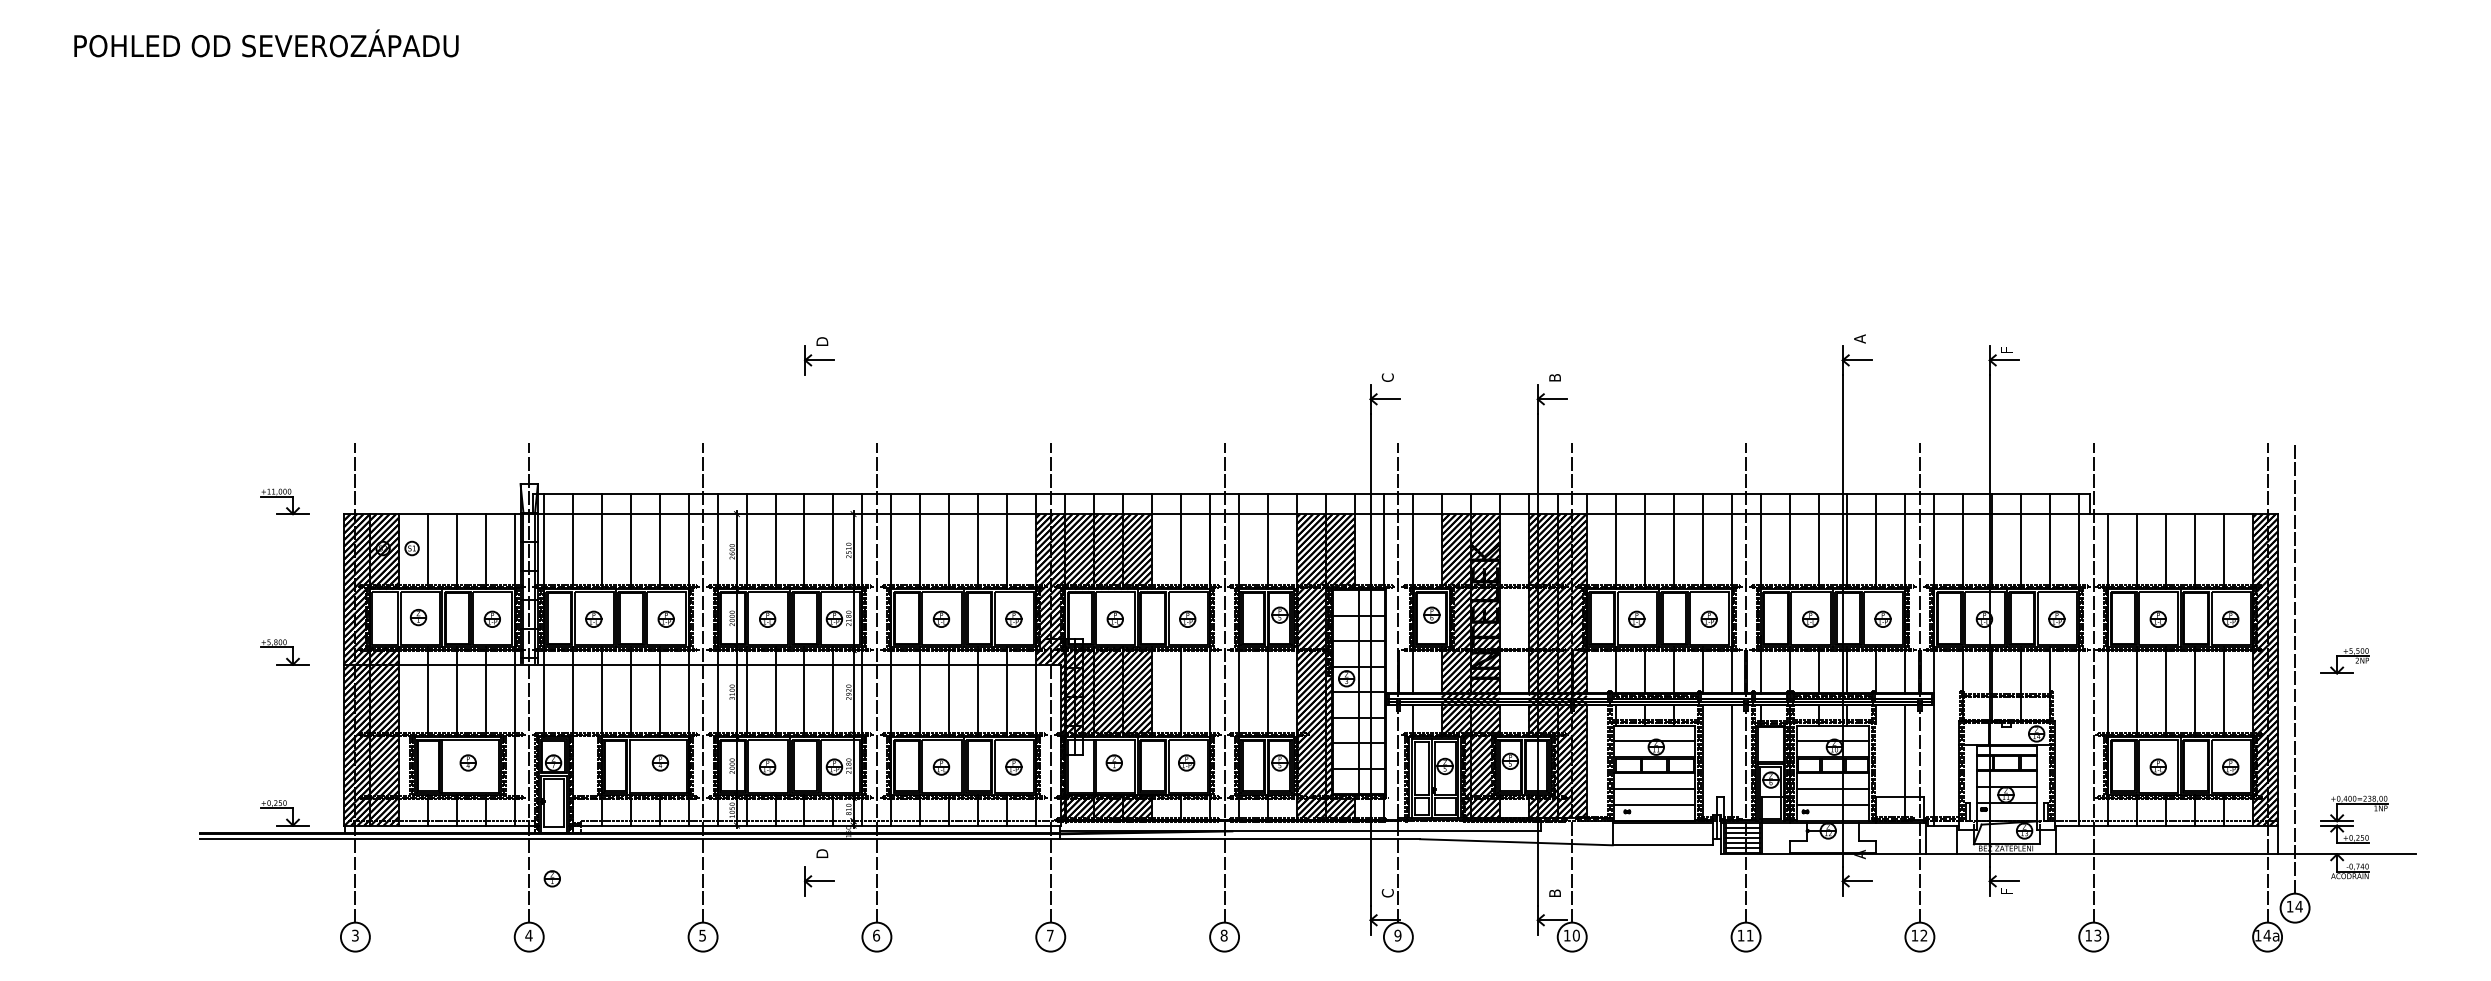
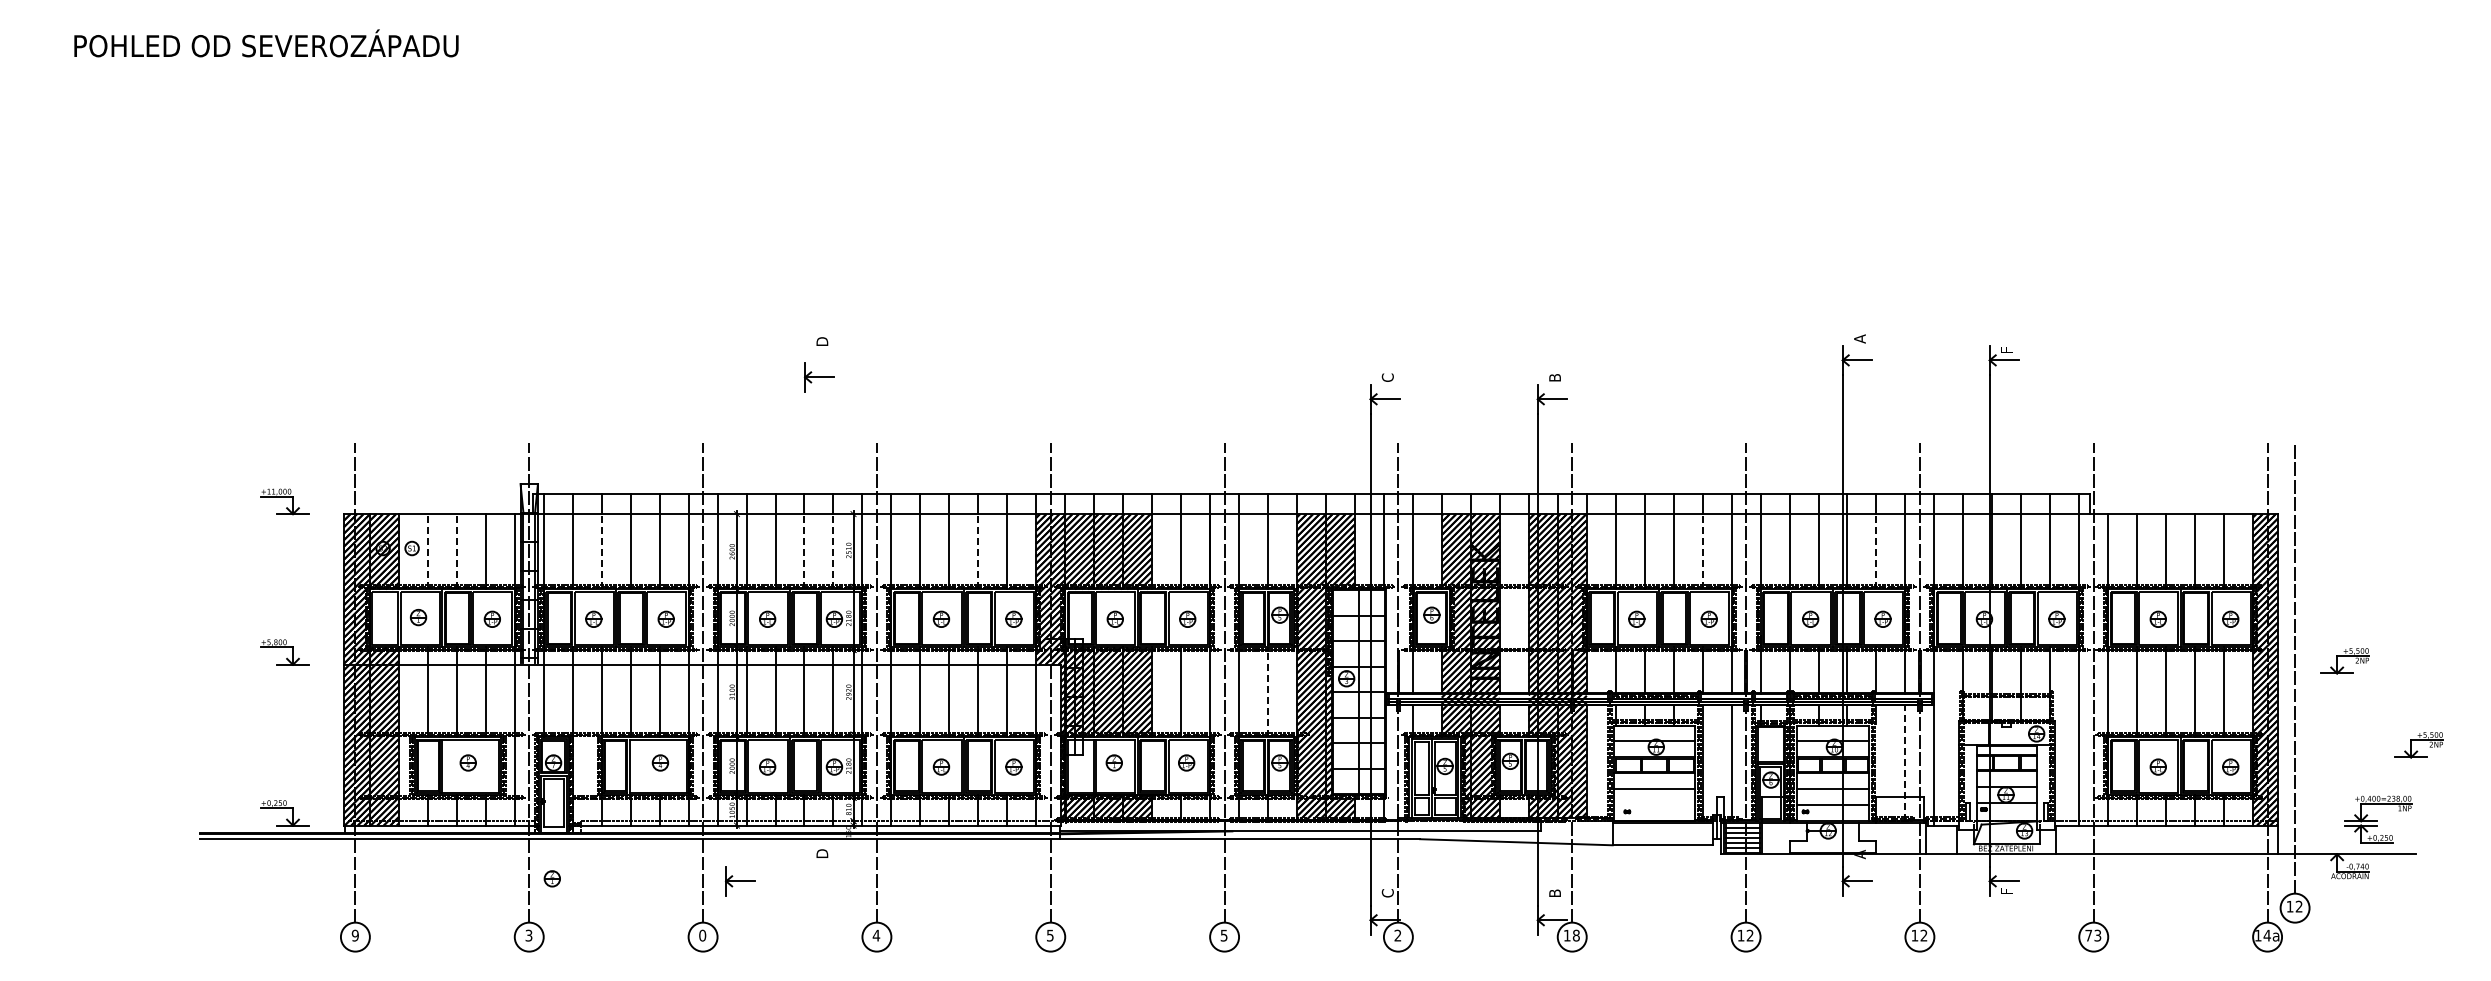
part at (819, 360) position: (819, 360) -> (819, 377)
line at (427, 551): solid -> dashed
line at (456, 551): solid -> dashed
line at (601, 551): solid -> dashed
line at (804, 551): solid -> dashed
line at (833, 551): solid -> dashed
line at (978, 551): solid -> dashed
line at (1702, 551): solid -> dashed
line at (1876, 551): solid -> dashed
line at (1268, 692): solid -> dashed
part at (2418, 745): none -> present
line at (1905, 763): solid -> dashed
line at (1654, 805): present -> none
part at (2354, 819) position: (2354, 819) -> (2378, 819)
part at (819, 881) position: (819, 881) -> (740, 881)
text at (2298, 906): 14 -> 12
text at (354, 935): 3 -> 9
text at (528, 935): 4 -> 3
text at (702, 935): 5 -> 0
text at (875, 935): 6 -> 4
text at (1050, 935): 7 -> 5
text at (1223, 935): 8 -> 5
text at (1397, 935): 9 -> 2
text at (1575, 935): 10 -> 18
text at (1749, 935): 11 -> 12
text at (2088, 935): 13 -> 73
